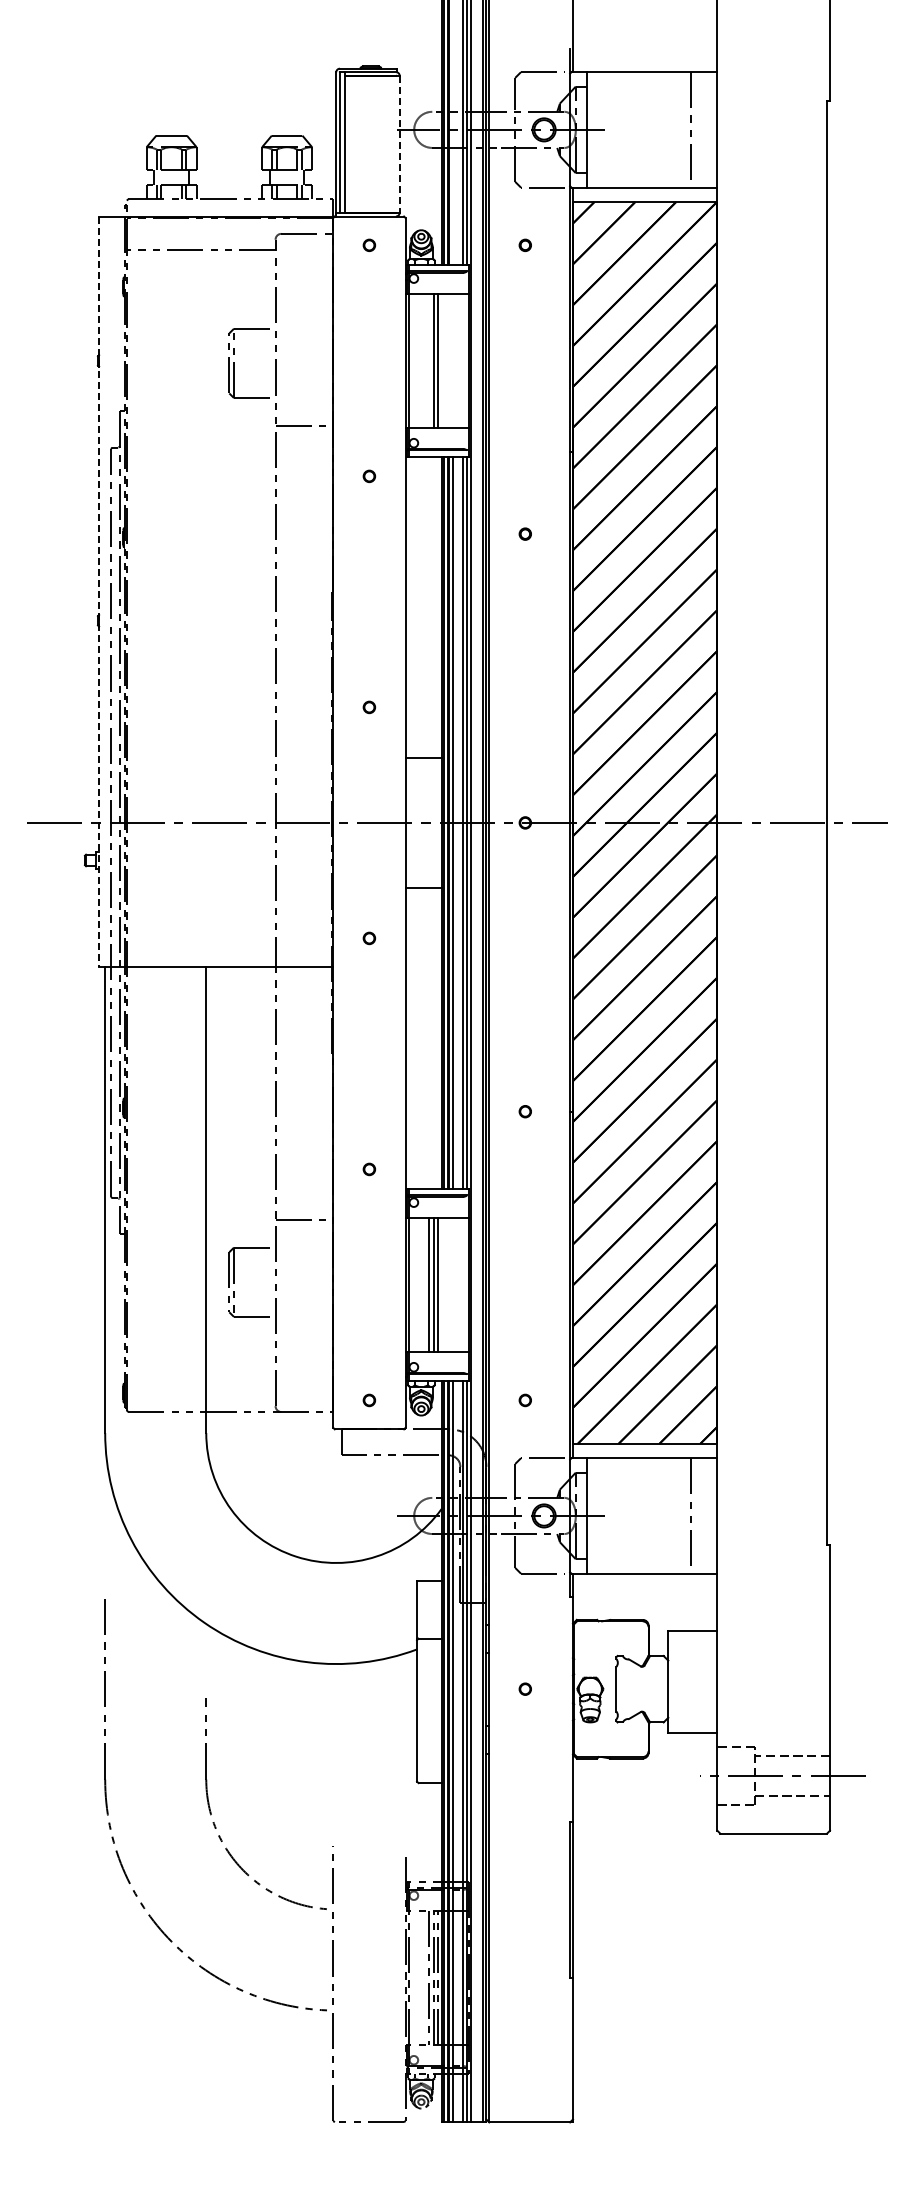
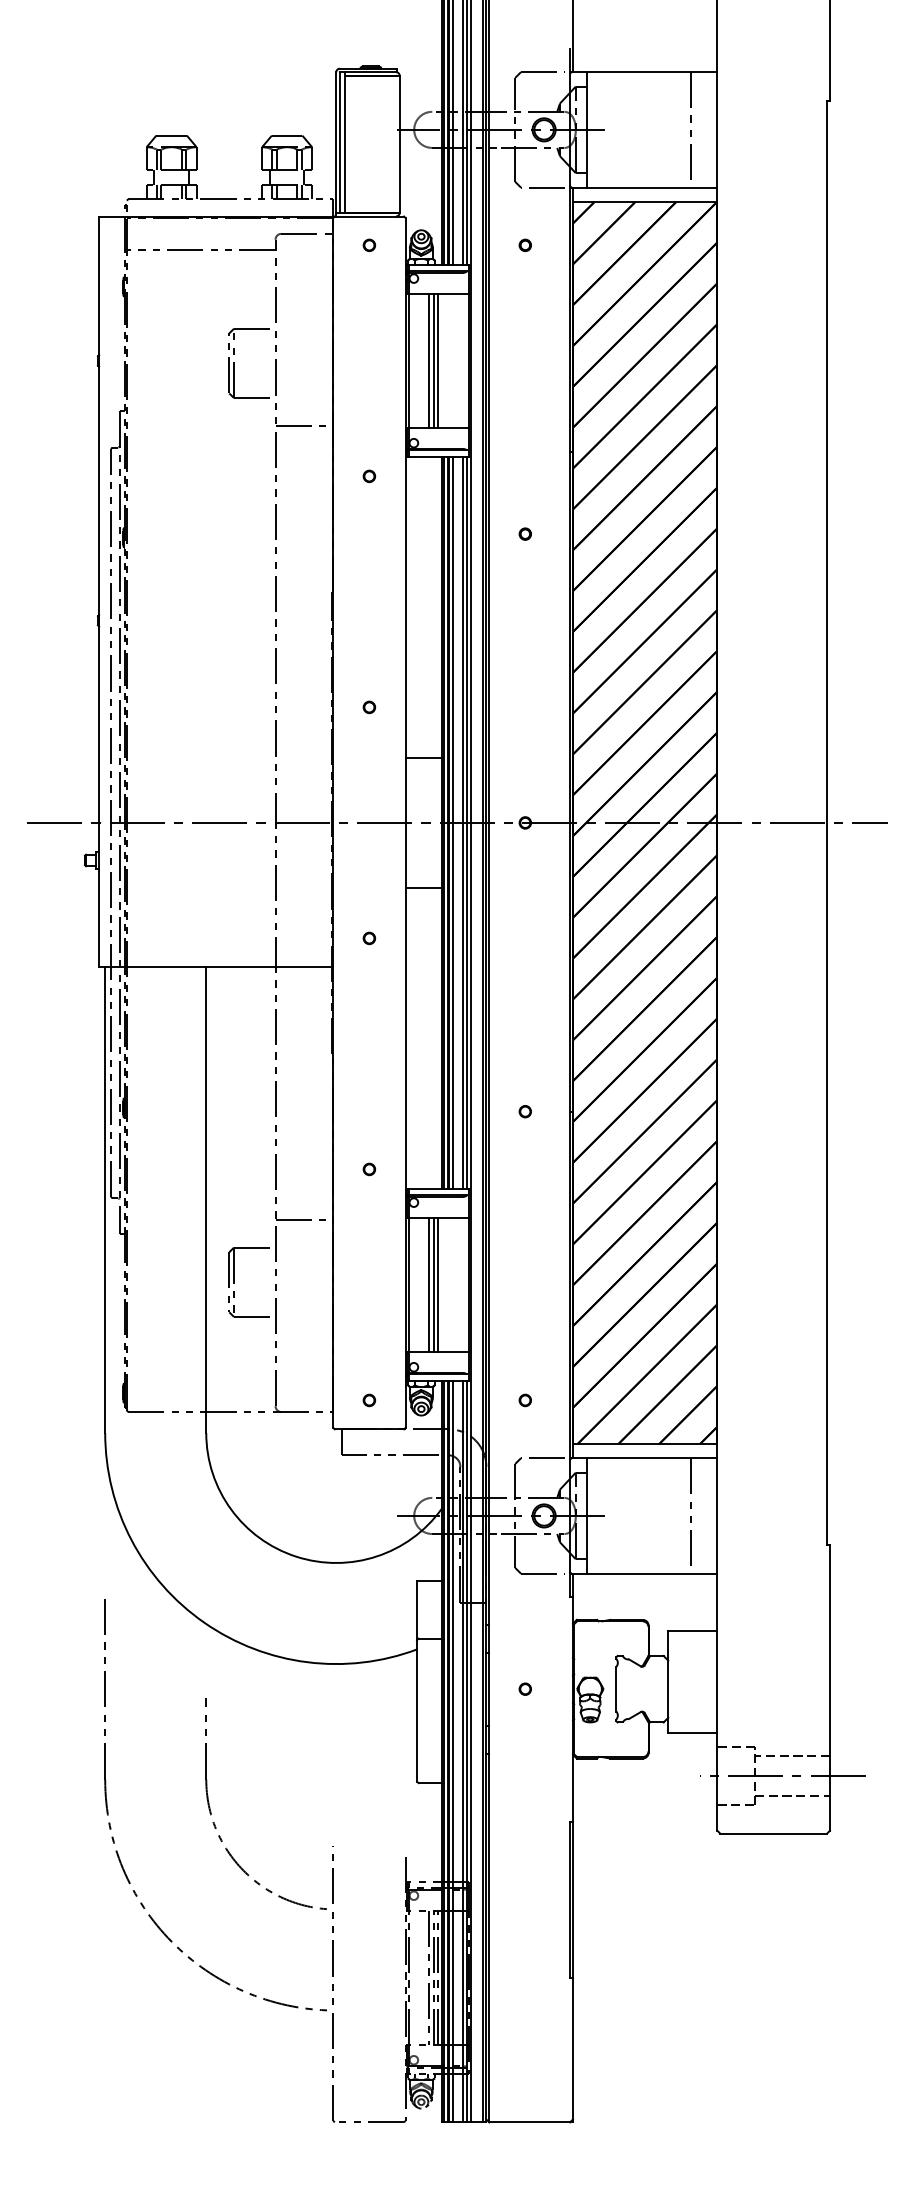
line at (452, 133): none -> present
line at (399, 144): dashed -> solid
line at (429, 360): none -> present
line at (99, 592): dashed -> solid
